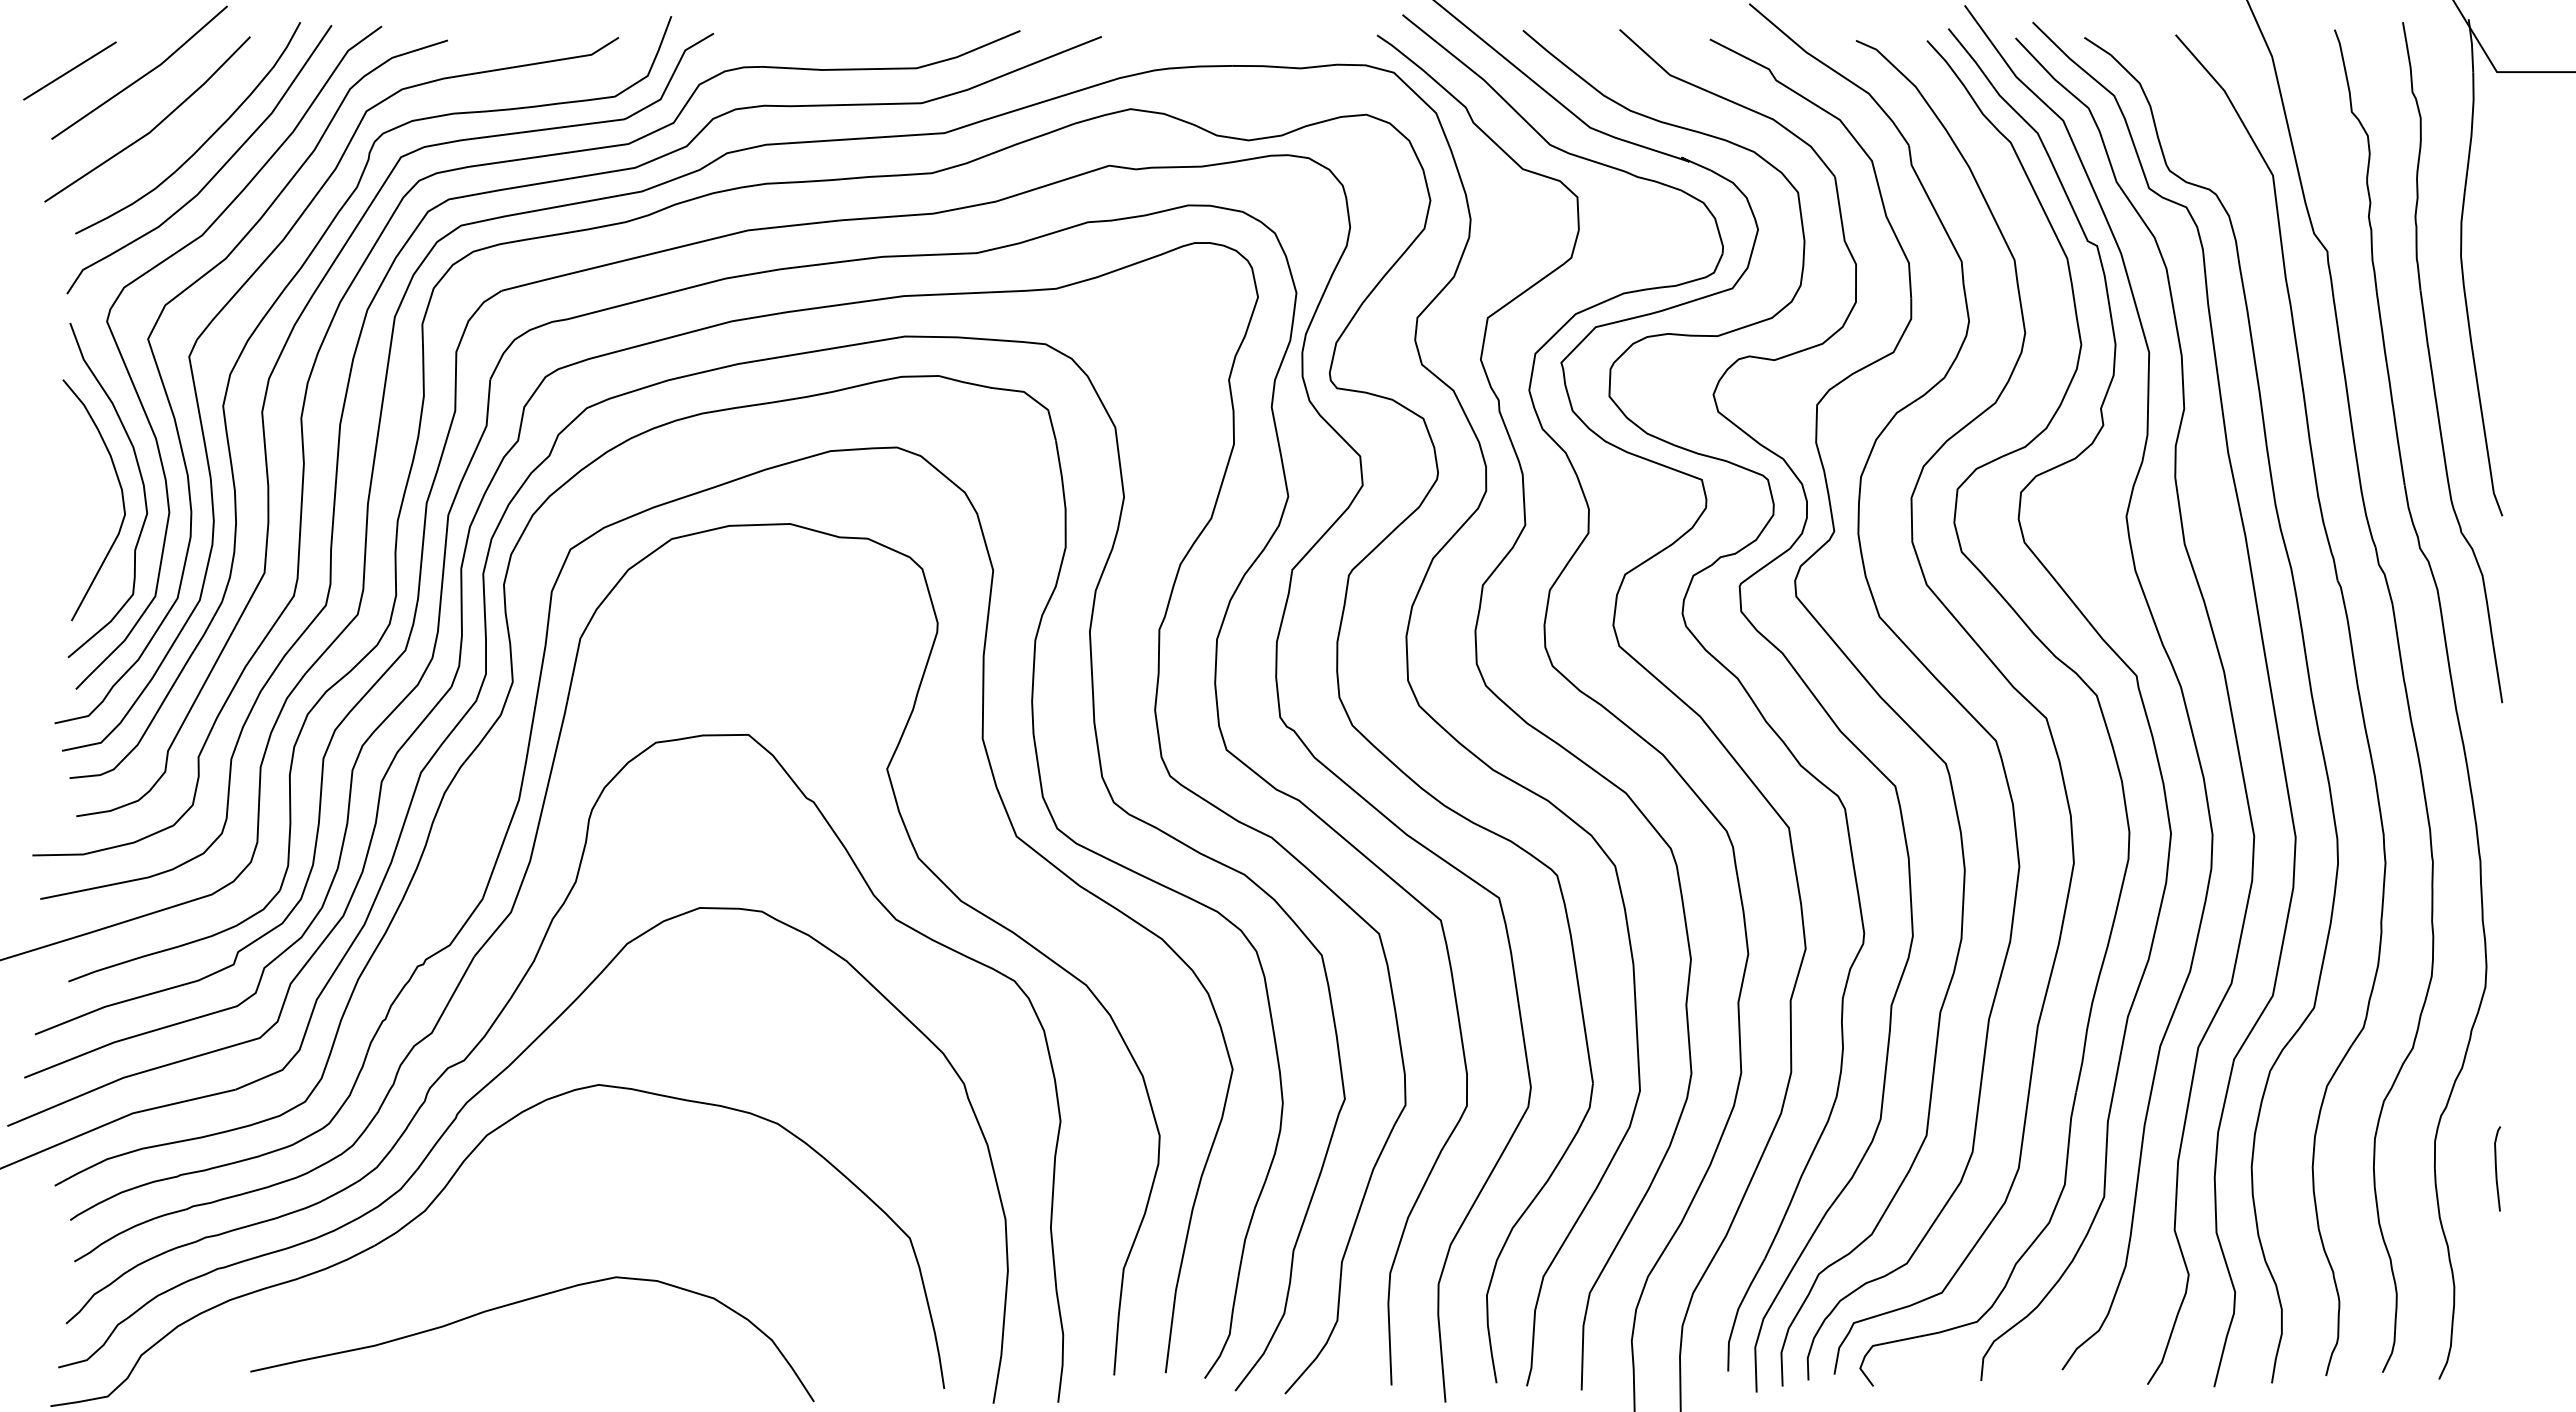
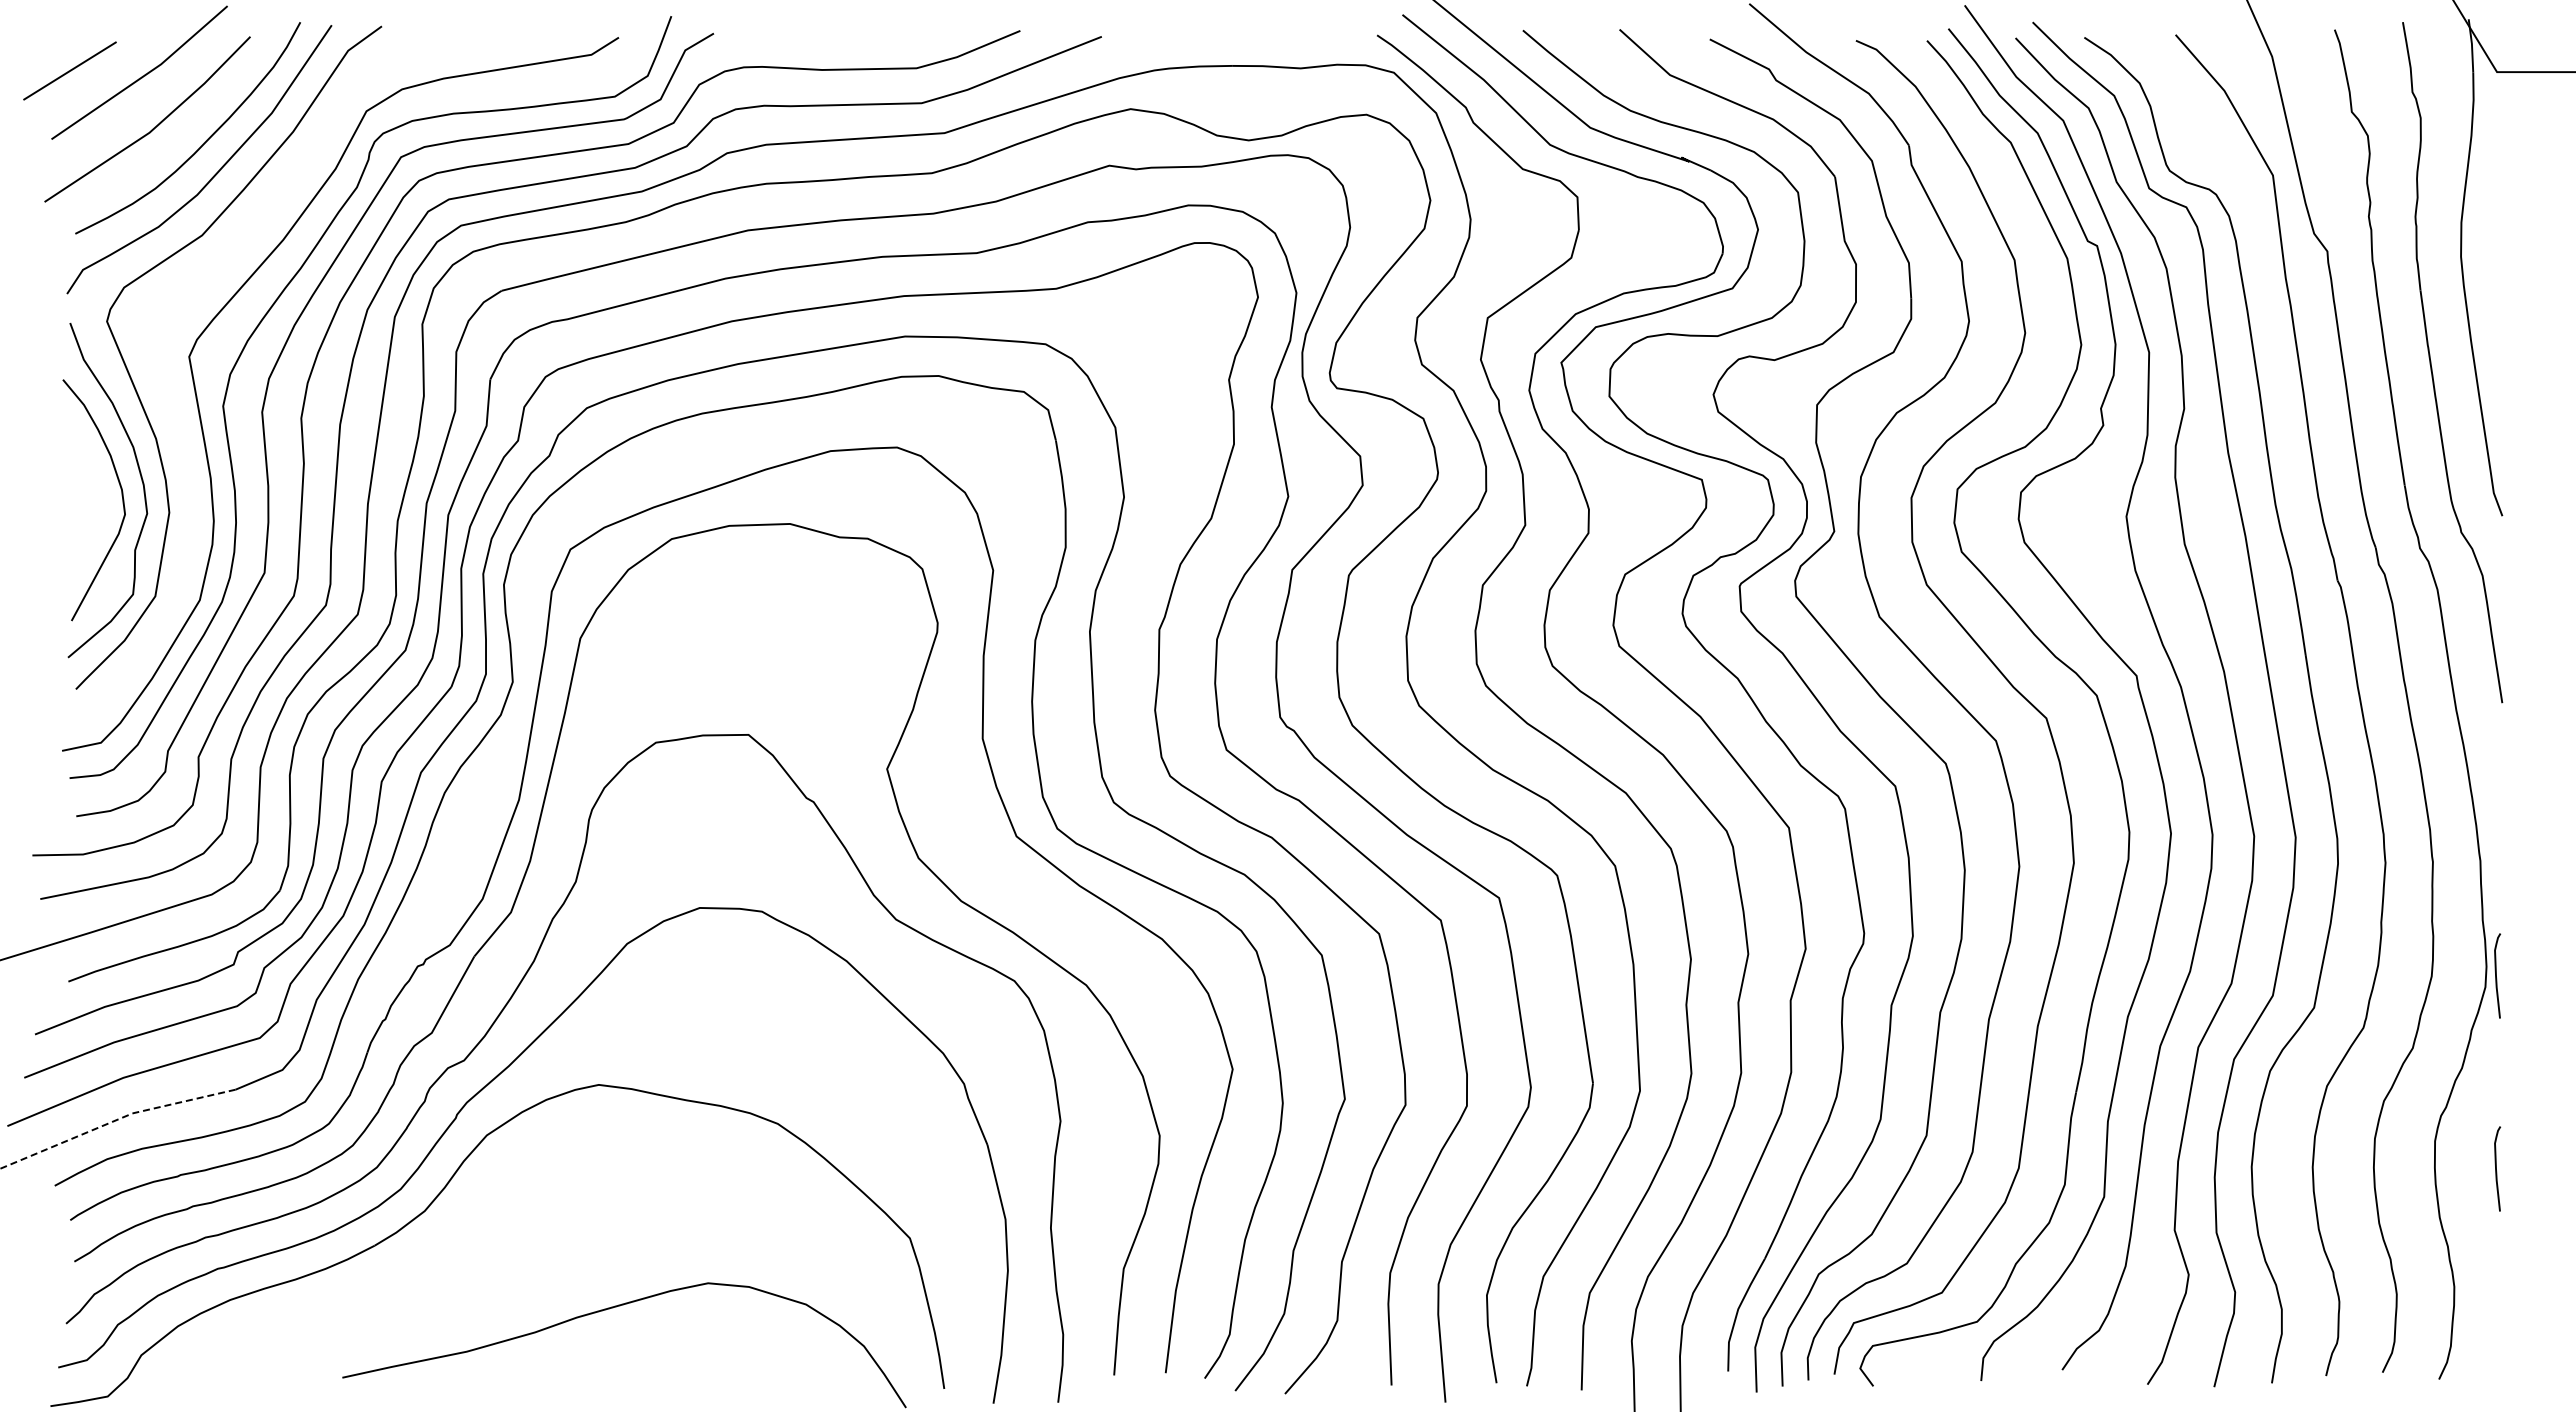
curve at (172, 408): present -> none
curve at (2496, 975): none -> present
line at (115, 1120): solid -> dashed
curve at (521, 1302) position: (521, 1302) -> (613, 1308)
